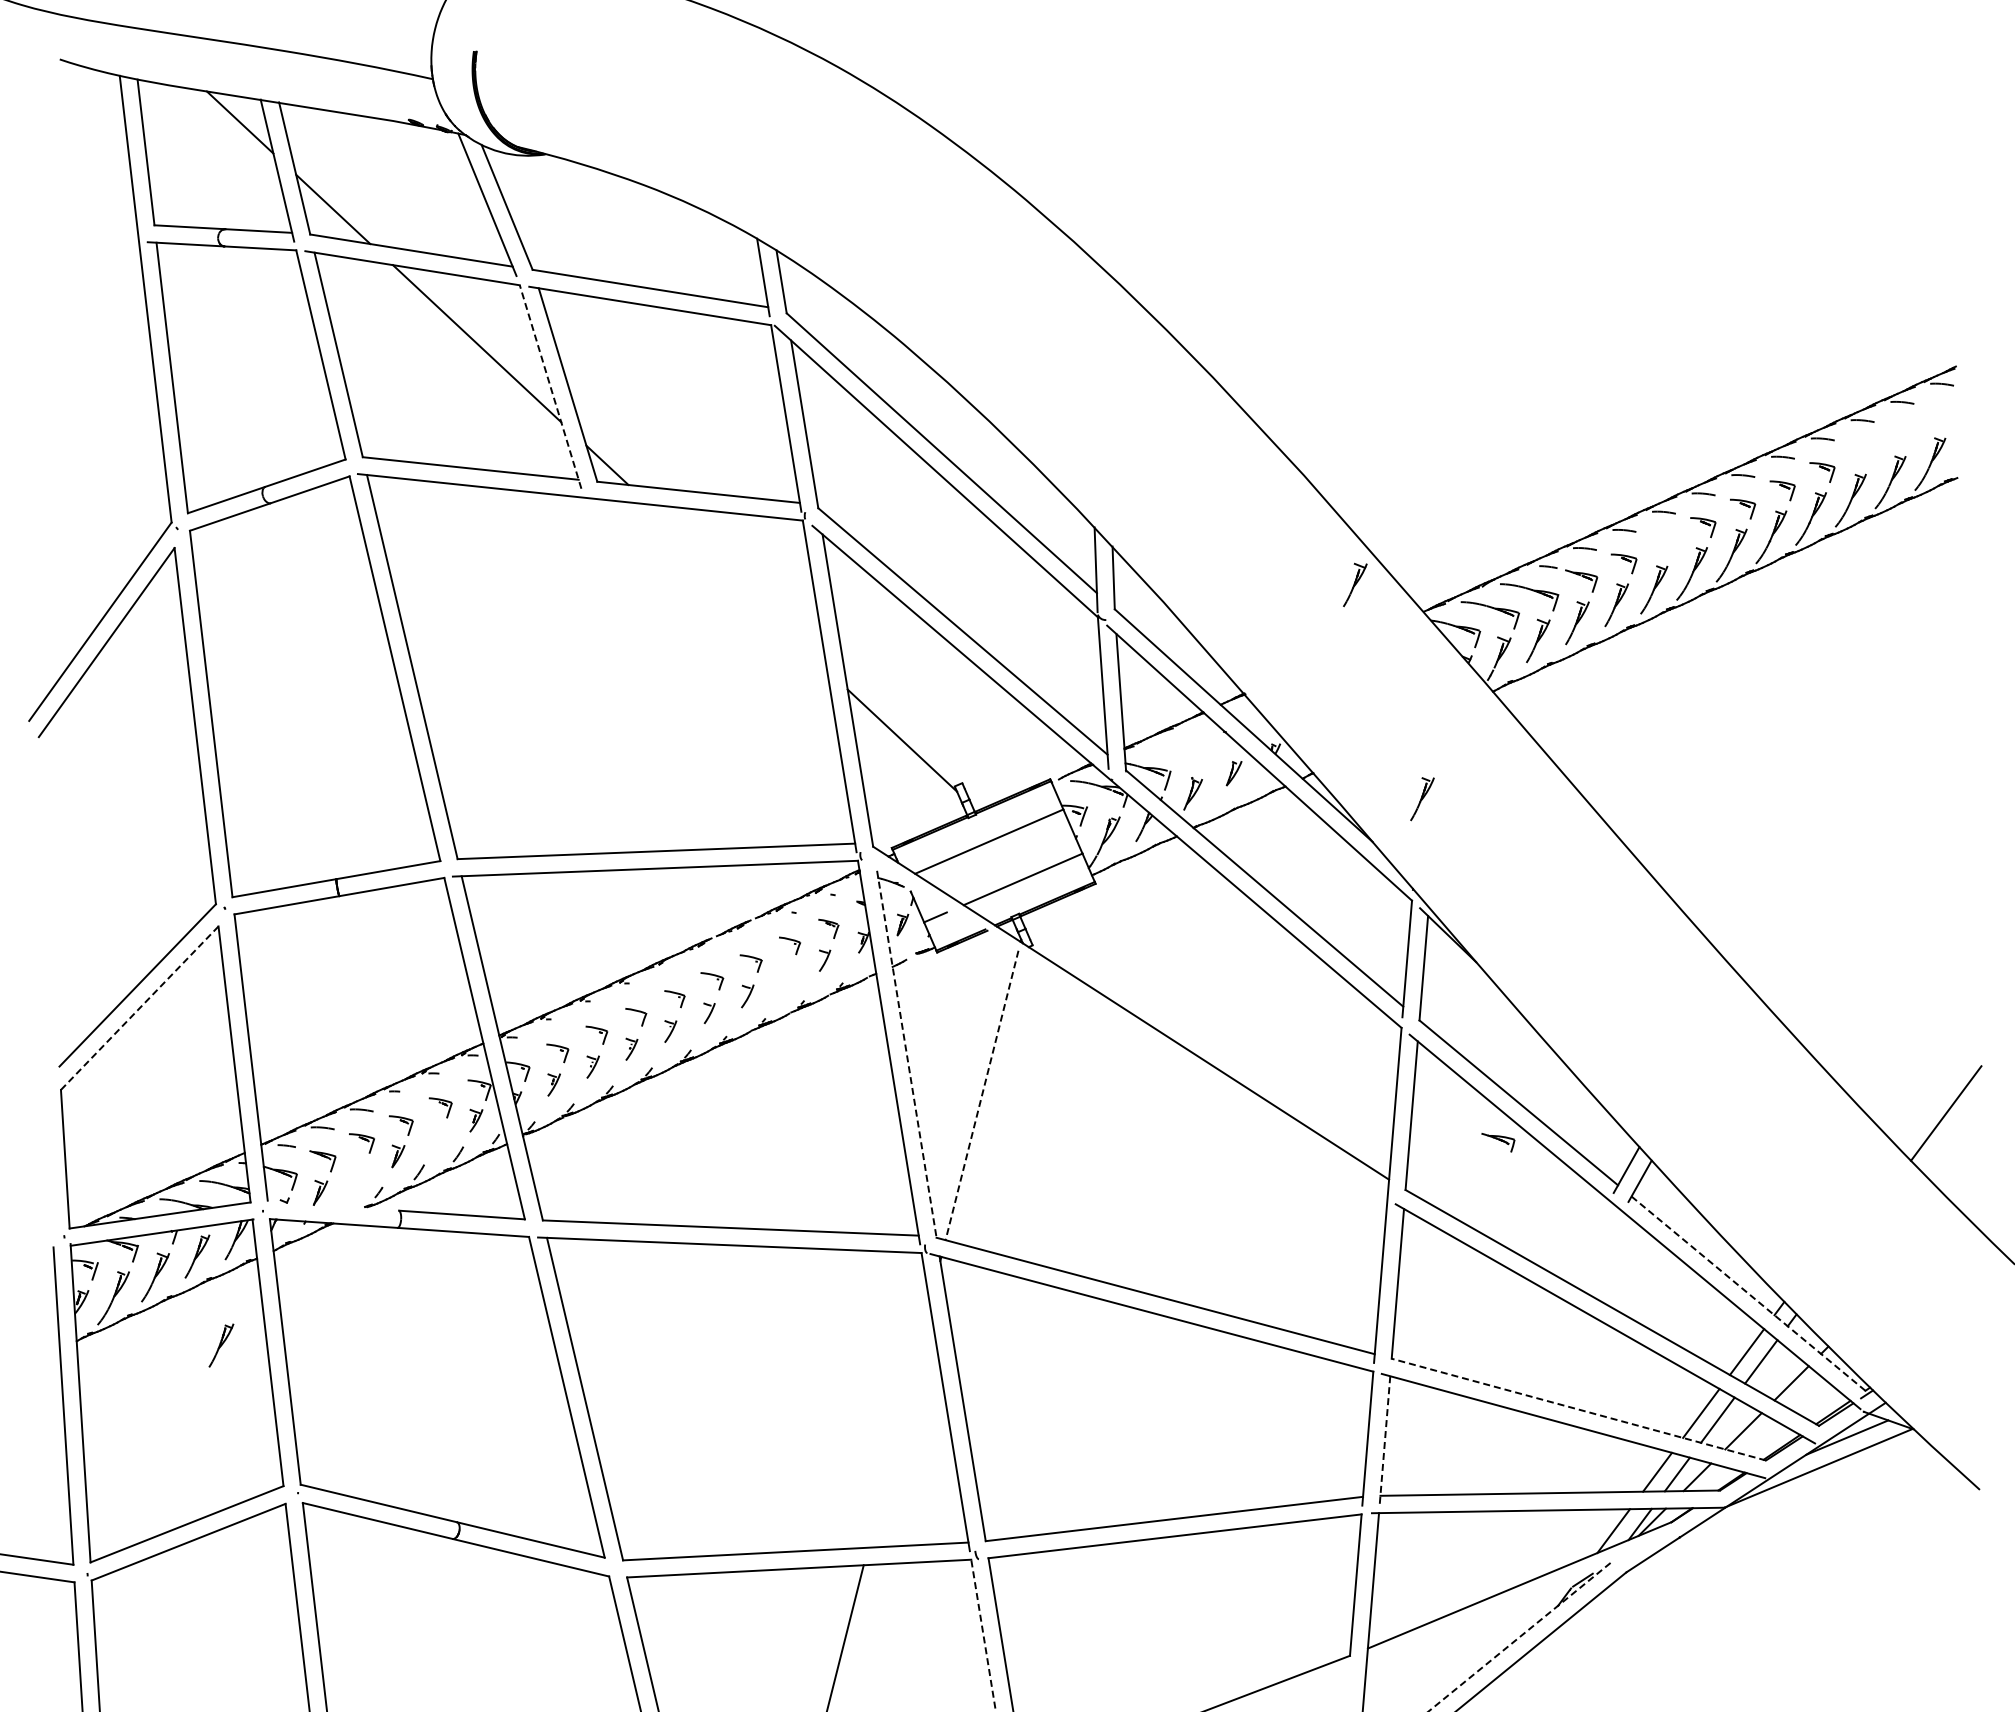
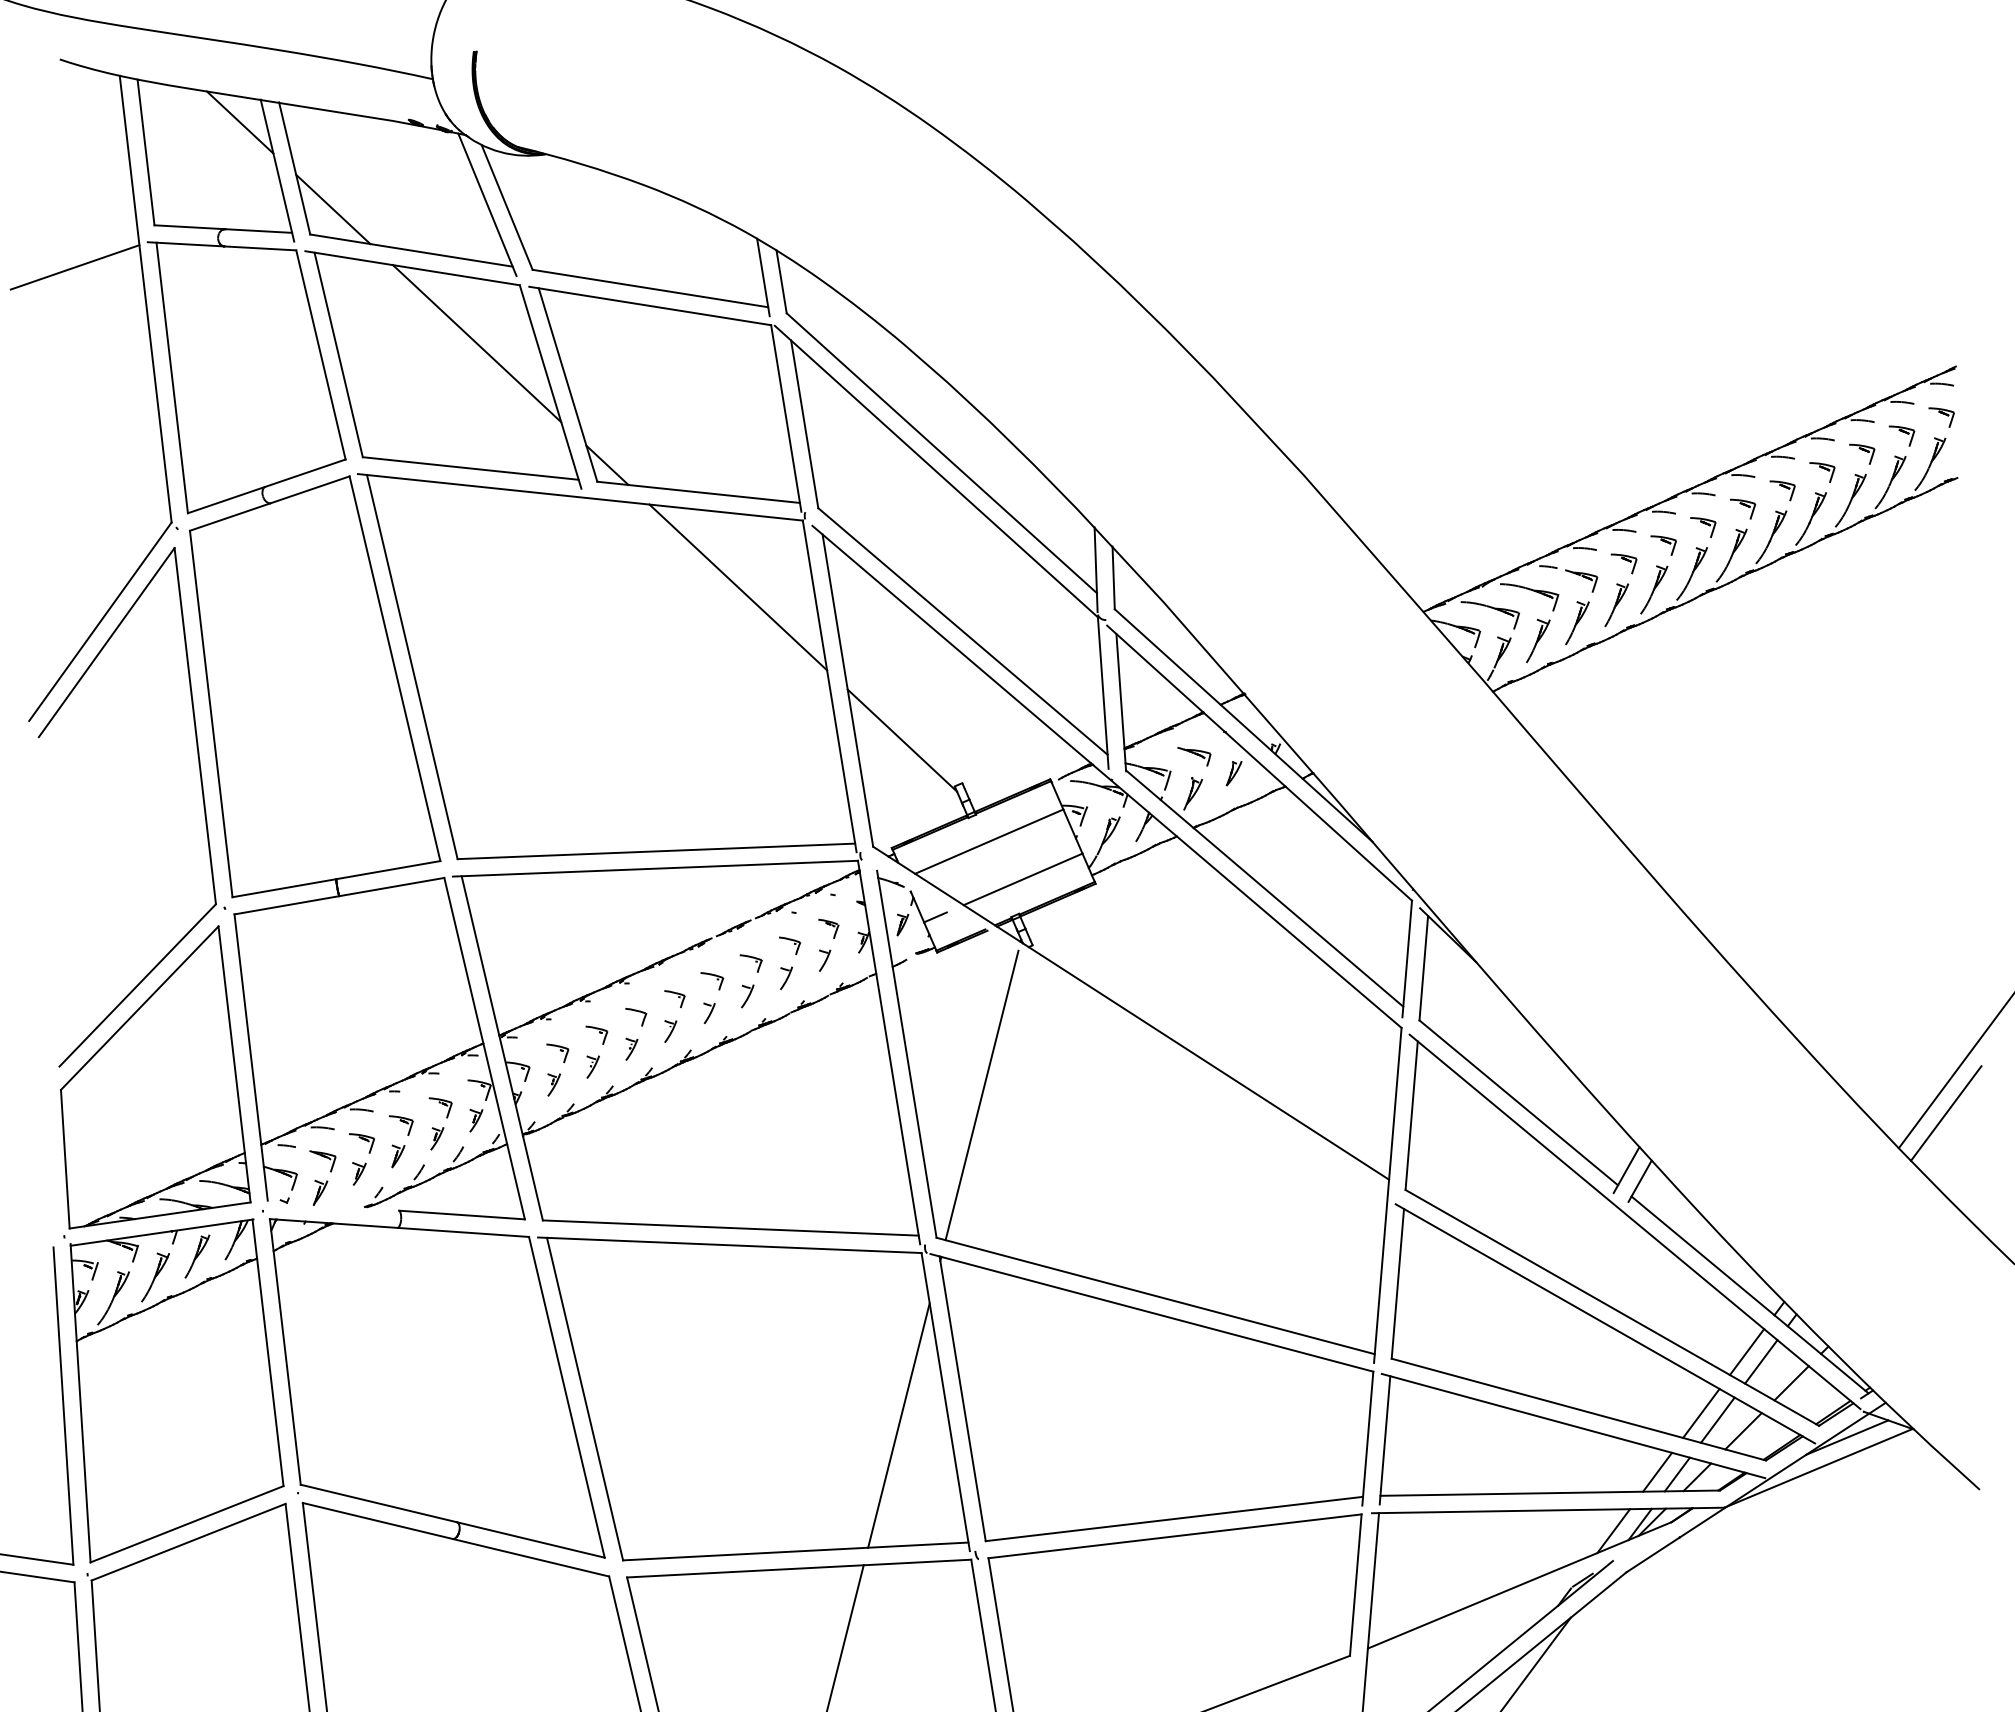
line at (74, 267): none -> present
line at (550, 386): dashed -> solid
part at (1941, 417): none -> present
part at (1901, 435): none -> present
part at (1862, 453): none -> present
part at (1663, 545): none -> present
part at (1355, 584): present -> none
line at (738, 587): none -> present
part at (1422, 799): present -> none
part at (786, 978): none -> present
line at (139, 1008): dashed -> solid
line at (906, 1054): dashed -> solid
line at (1954, 1072): none -> present
line at (981, 1095): dashed -> solid
part at (437, 1138): none -> present
part at (1498, 1142) position: (1498, 1142) -> (1194, 756)
part at (359, 1173): none -> present
line at (1750, 1295): dashed -> solid
part at (221, 1345): present -> none
line at (1578, 1409): dashed -> solid
line at (898, 1425): none -> present
line at (1384, 1440): dashed -> solid
line at (983, 1635): dashed -> solid
line at (1521, 1636): dashed -> solid
line at (1536, 1662): none -> present
